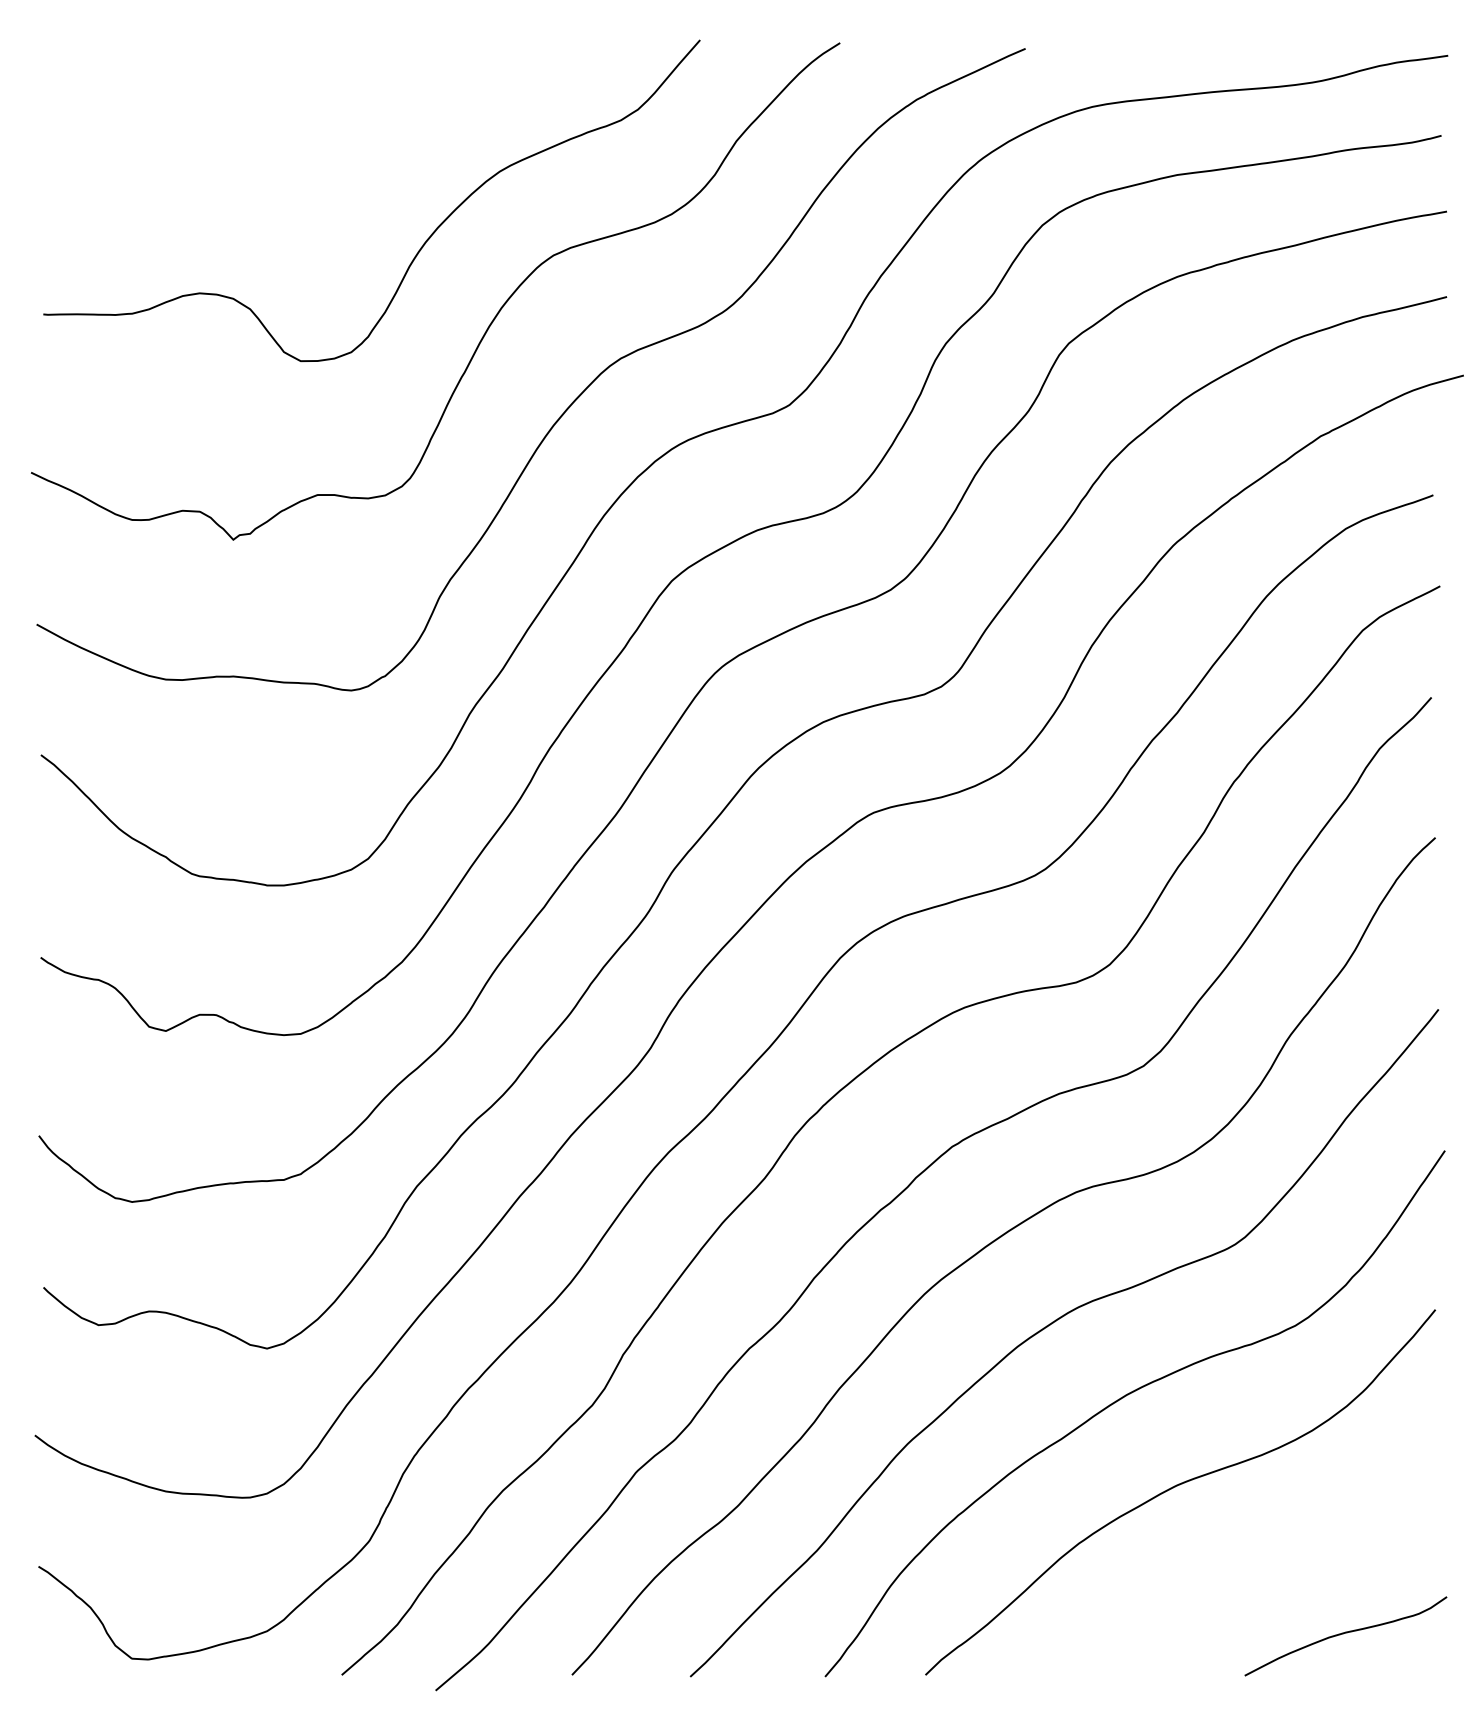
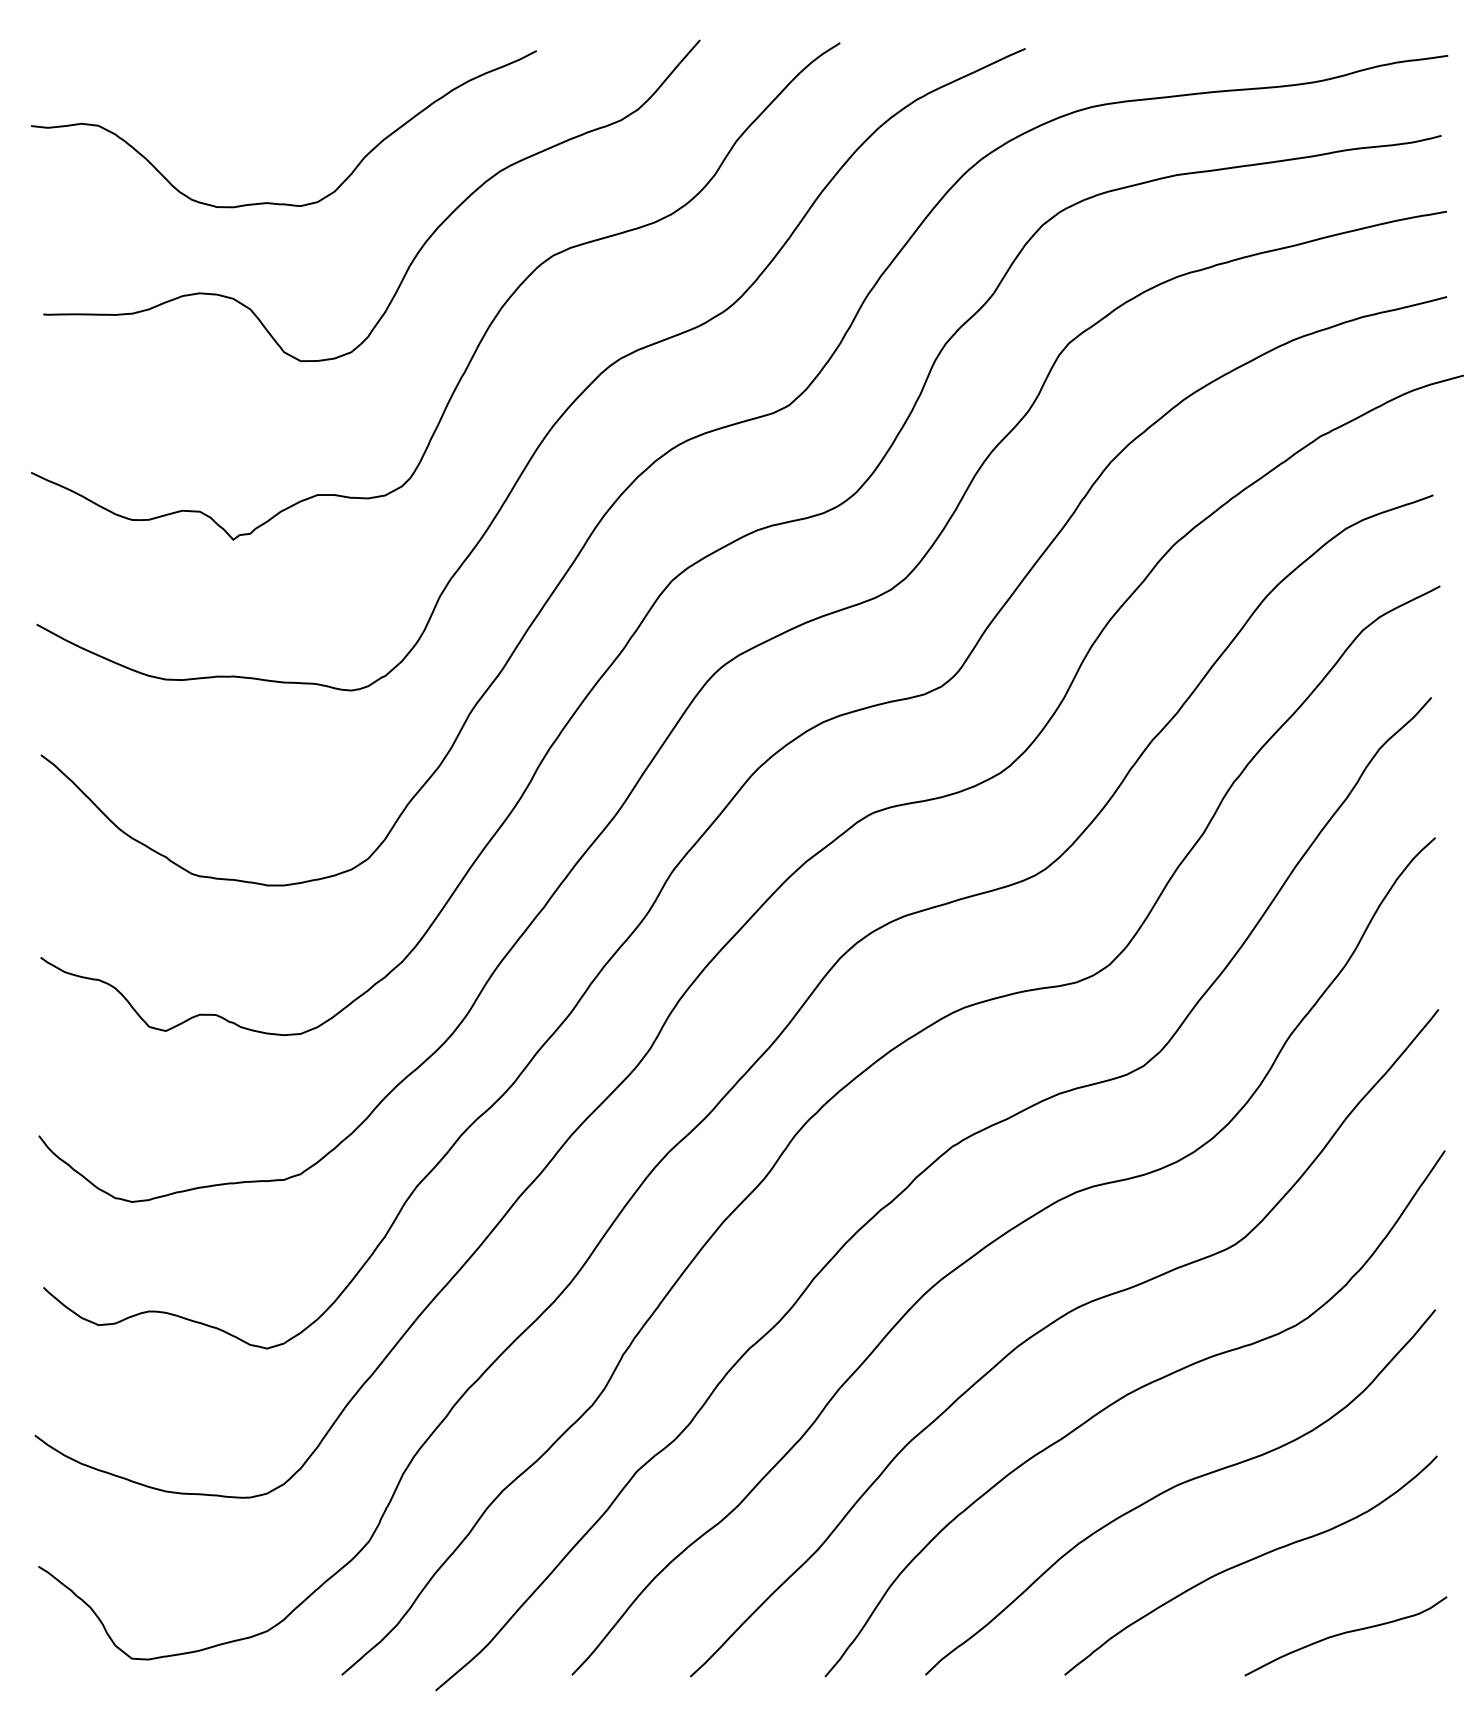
curve at (274, 202): none -> present
curve at (1250, 1561): none -> present
